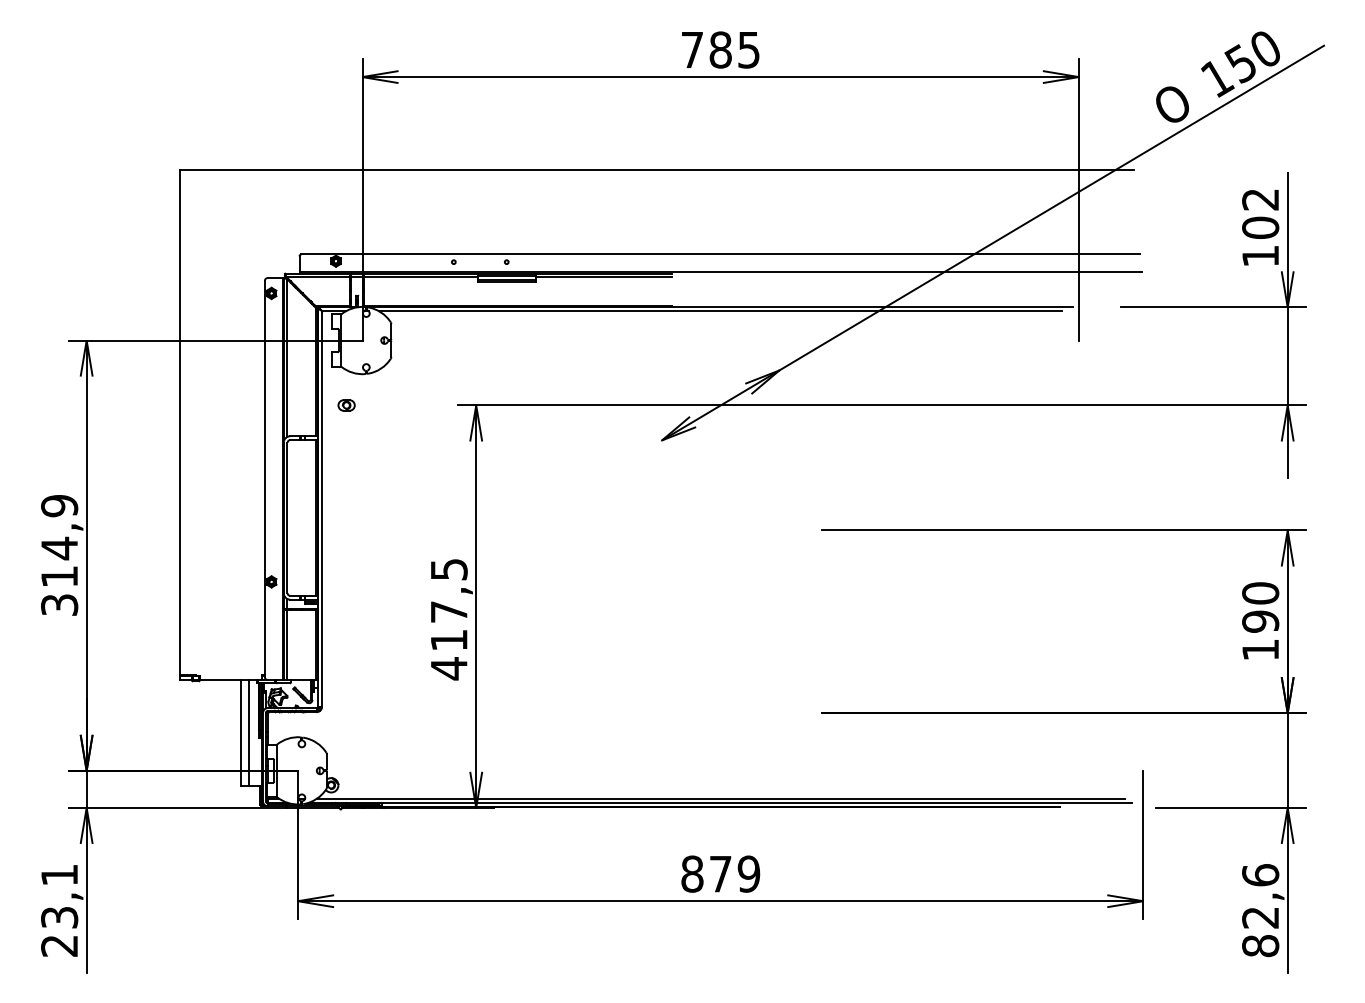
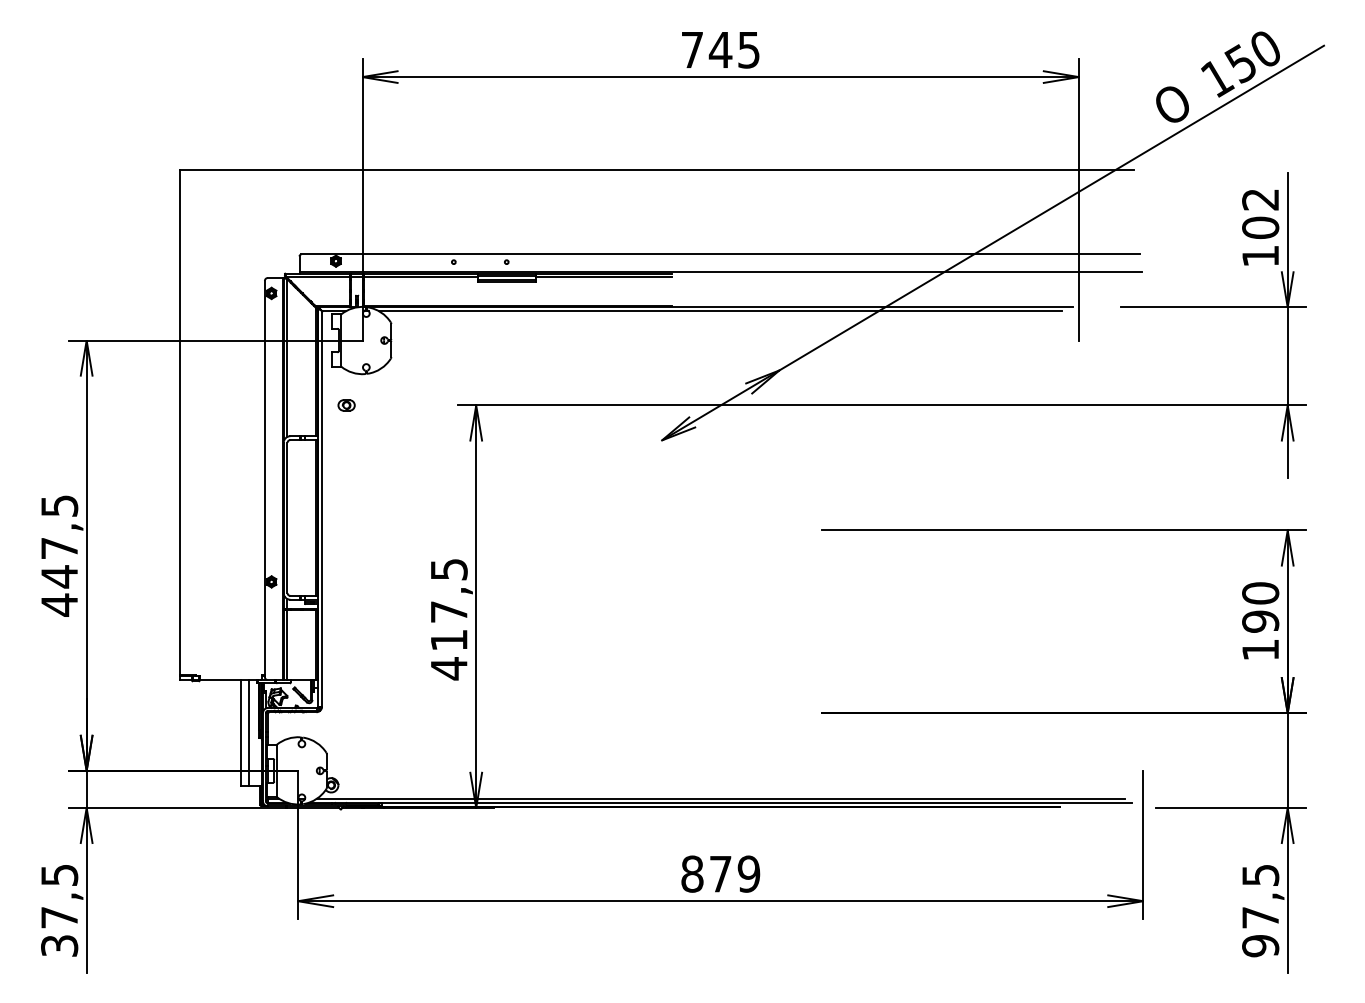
text at (720, 49): 785 -> 745
text at (59, 555): 314,9 -> 447,5
text at (59, 910): 23,1 -> 37,5
text at (1260, 910): 82,6 -> 97,5
